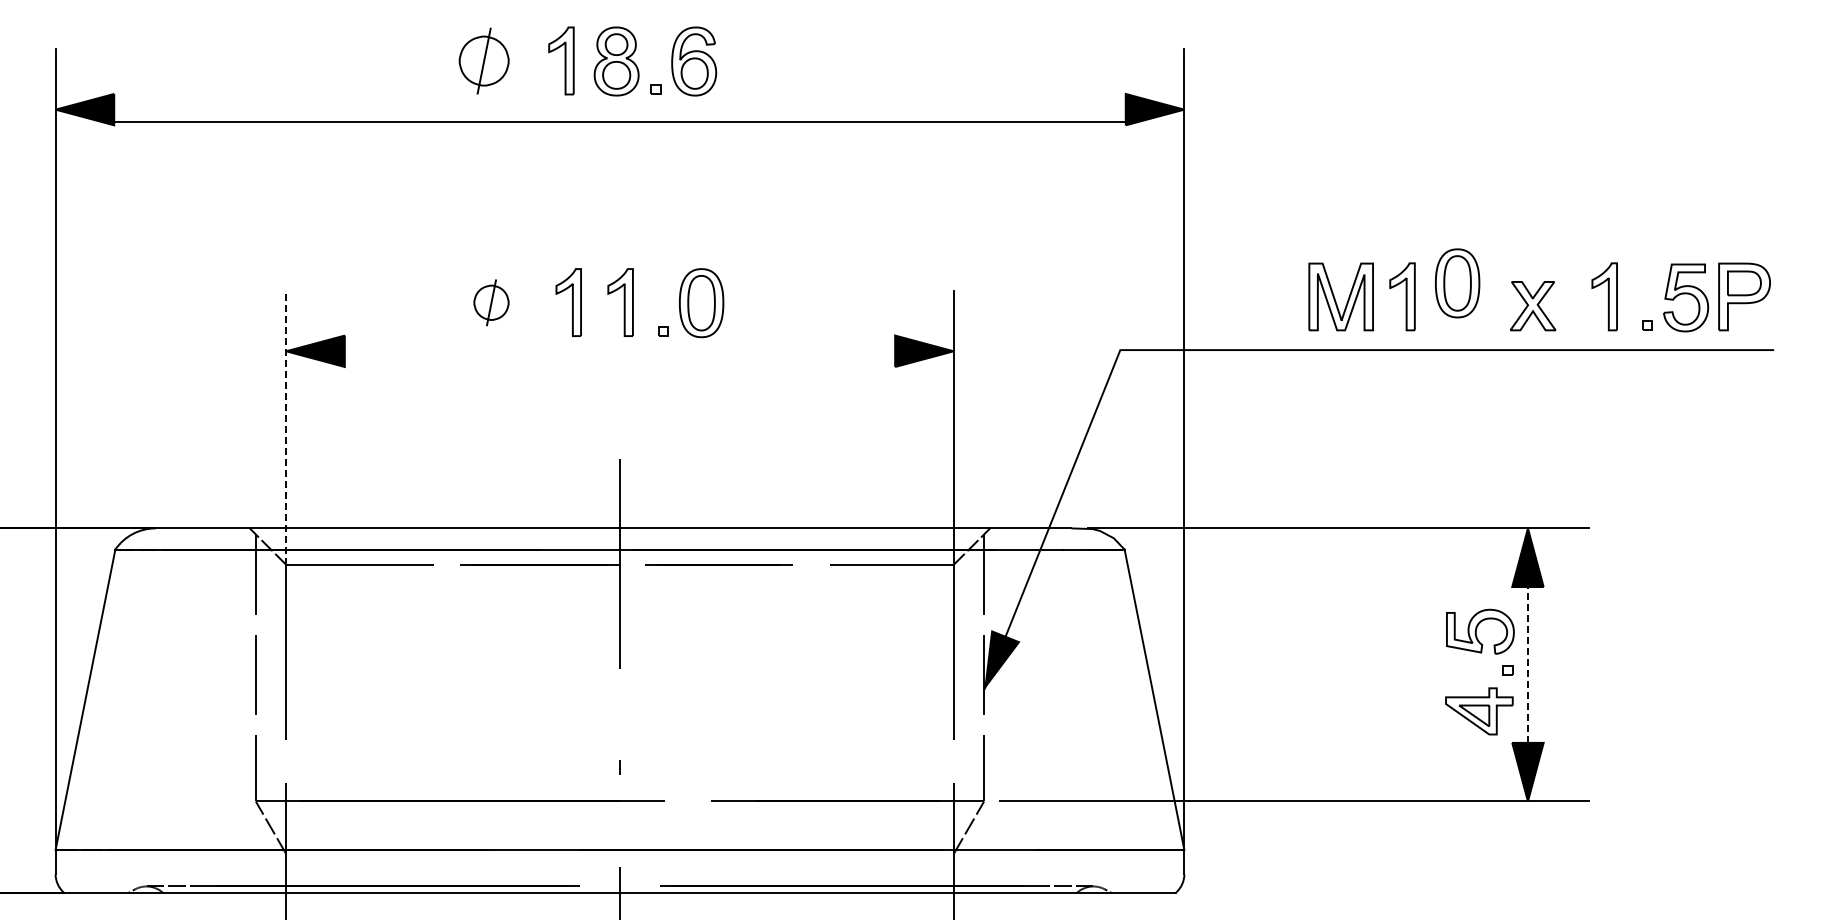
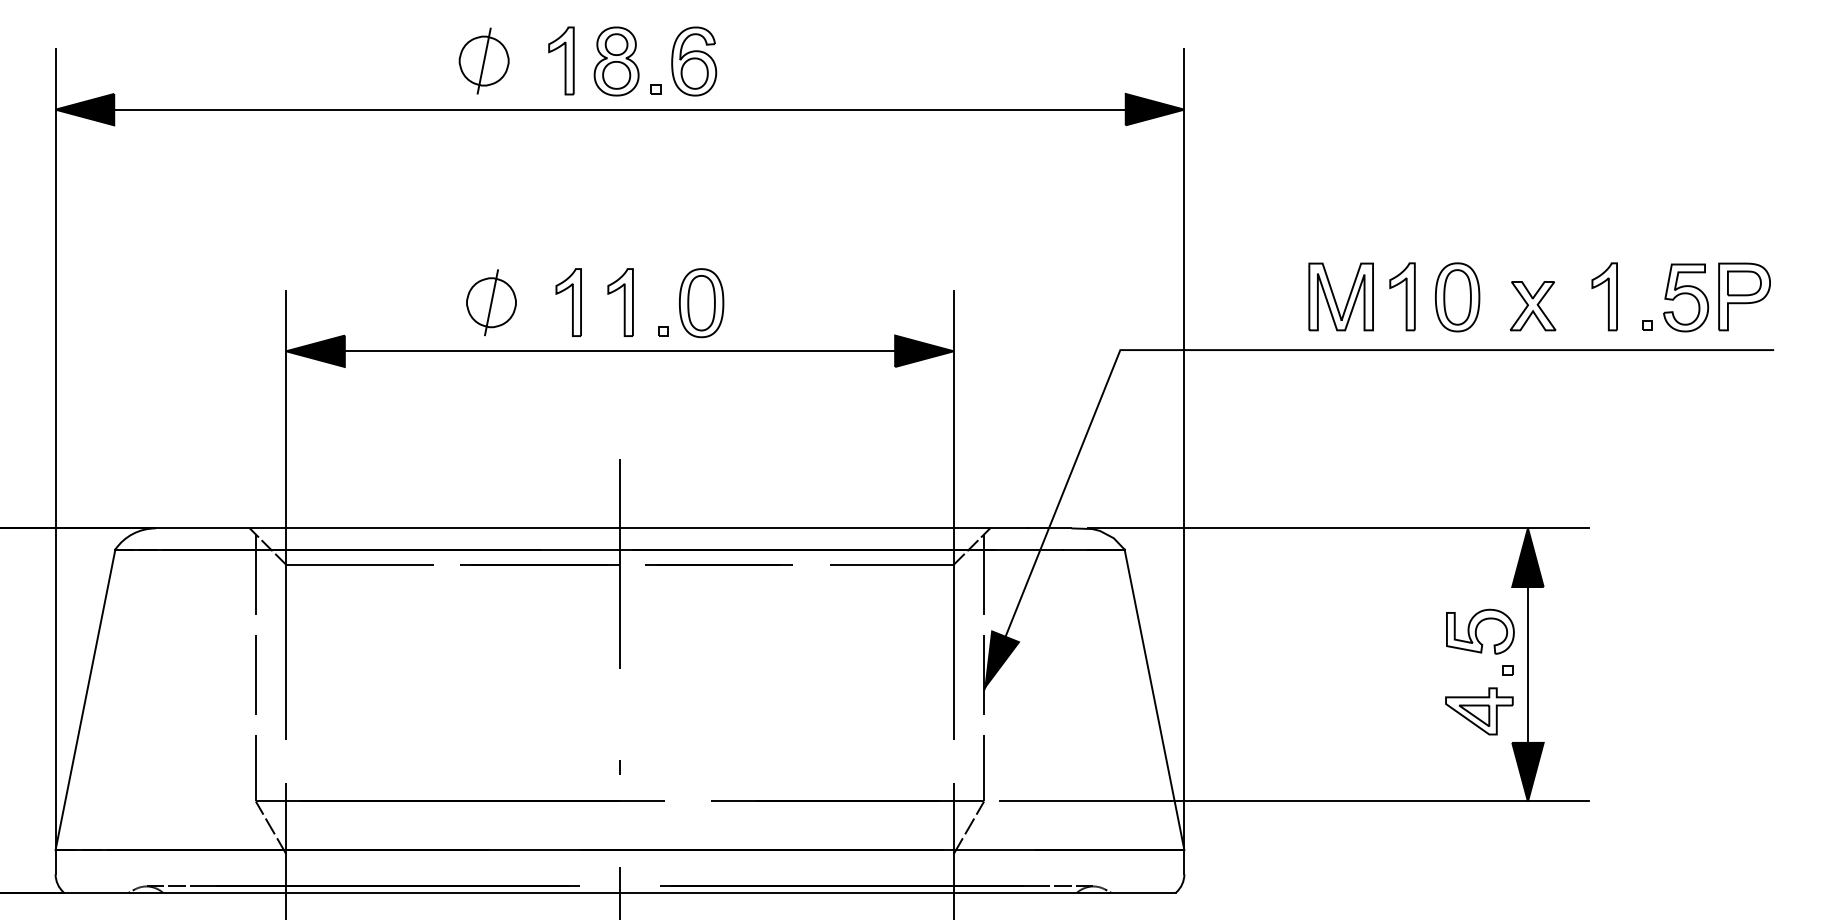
line at (619, 121) position: (619, 121) -> (619, 109)
part at (1457, 283) position: (1457, 283) -> (1457, 297)
part at (491, 302) size: 37x48 px -> 51x68 px
line at (619, 351): none -> present
line at (286, 427): dashed -> solid
line at (1527, 664): dashed -> solid
